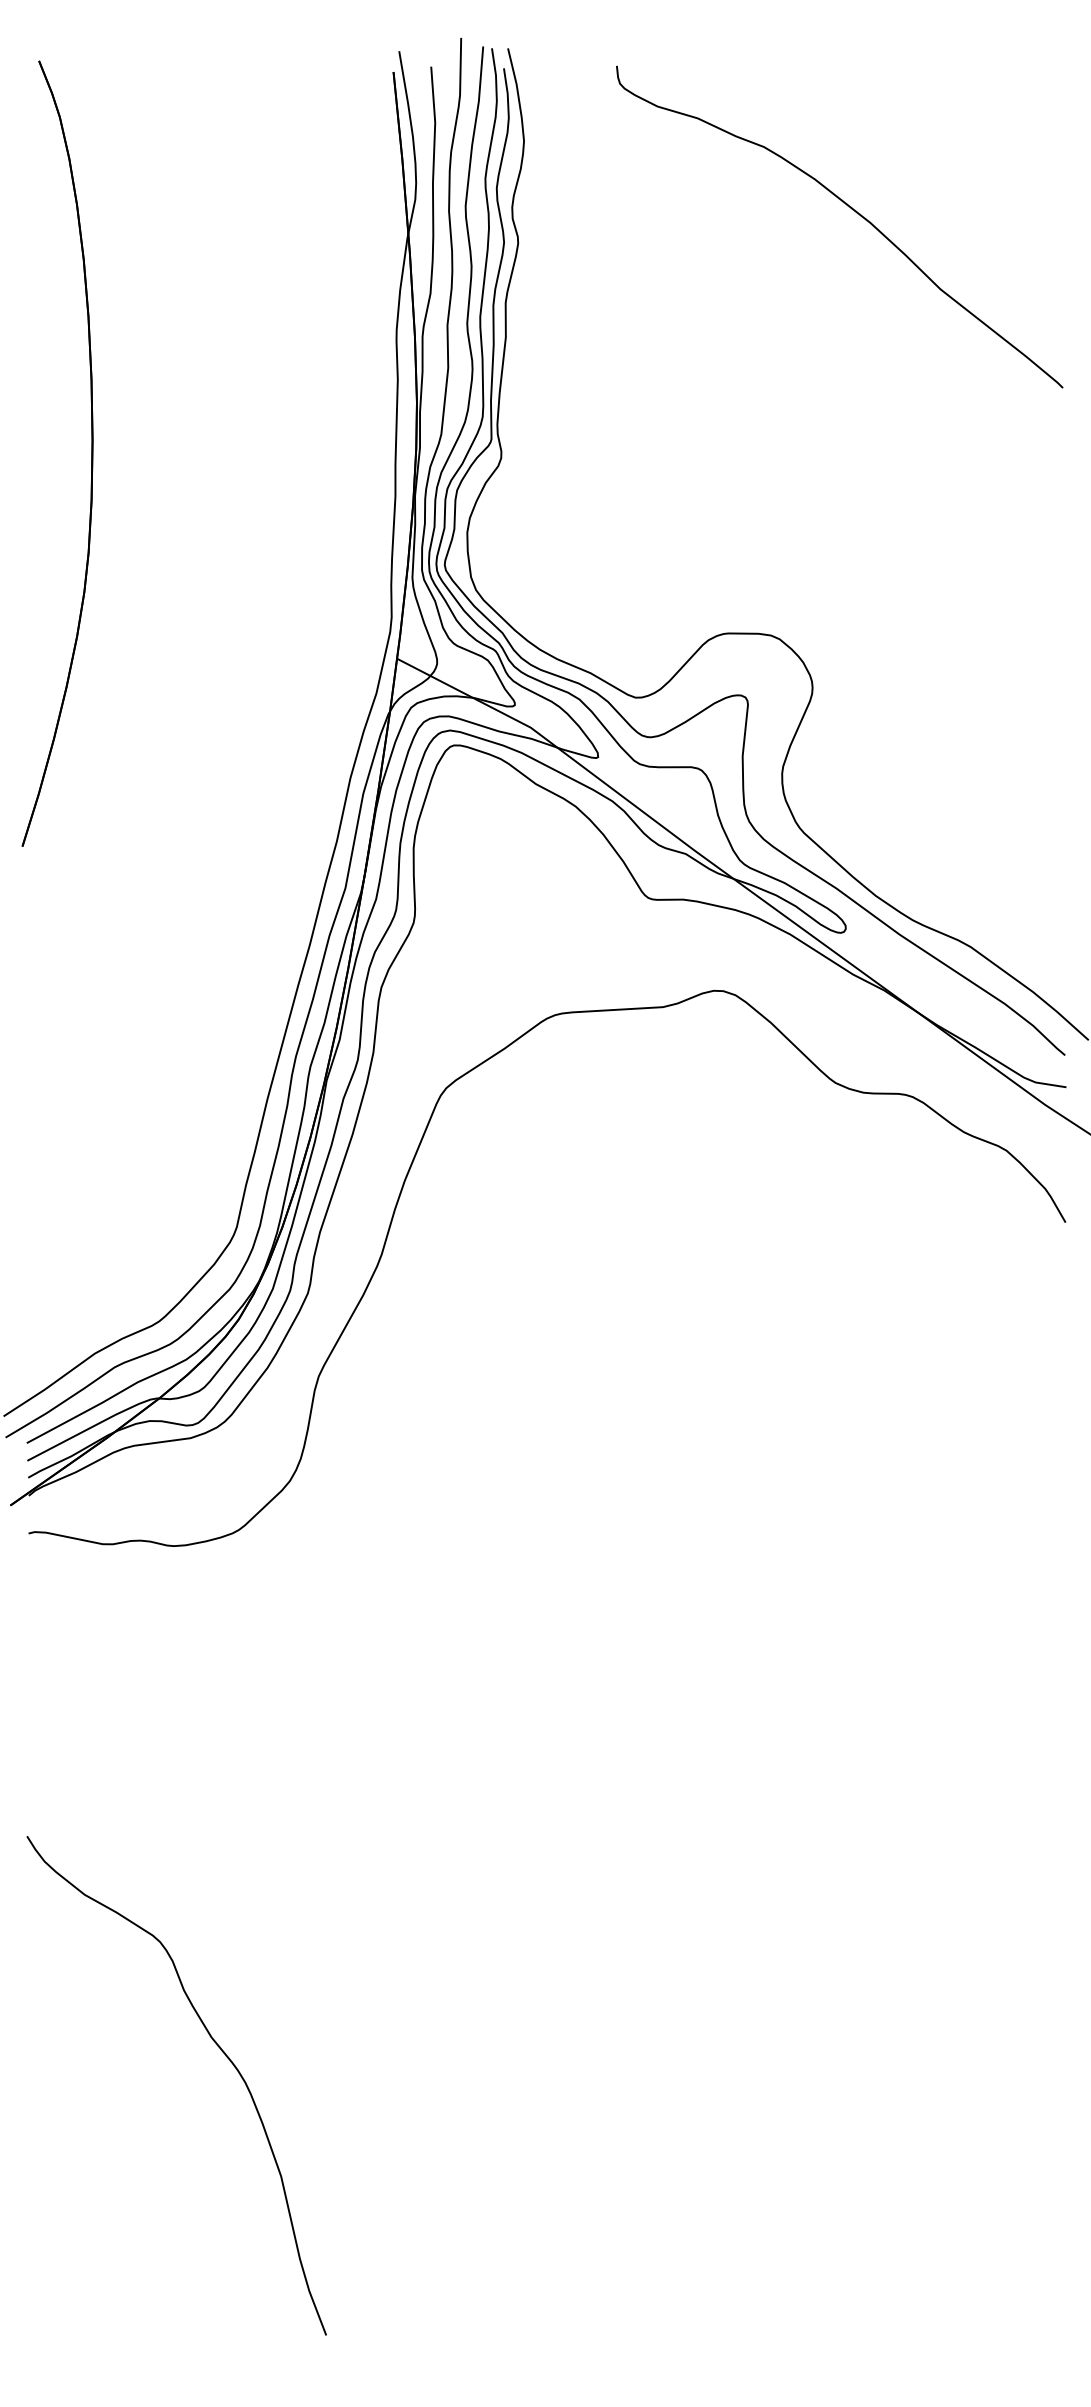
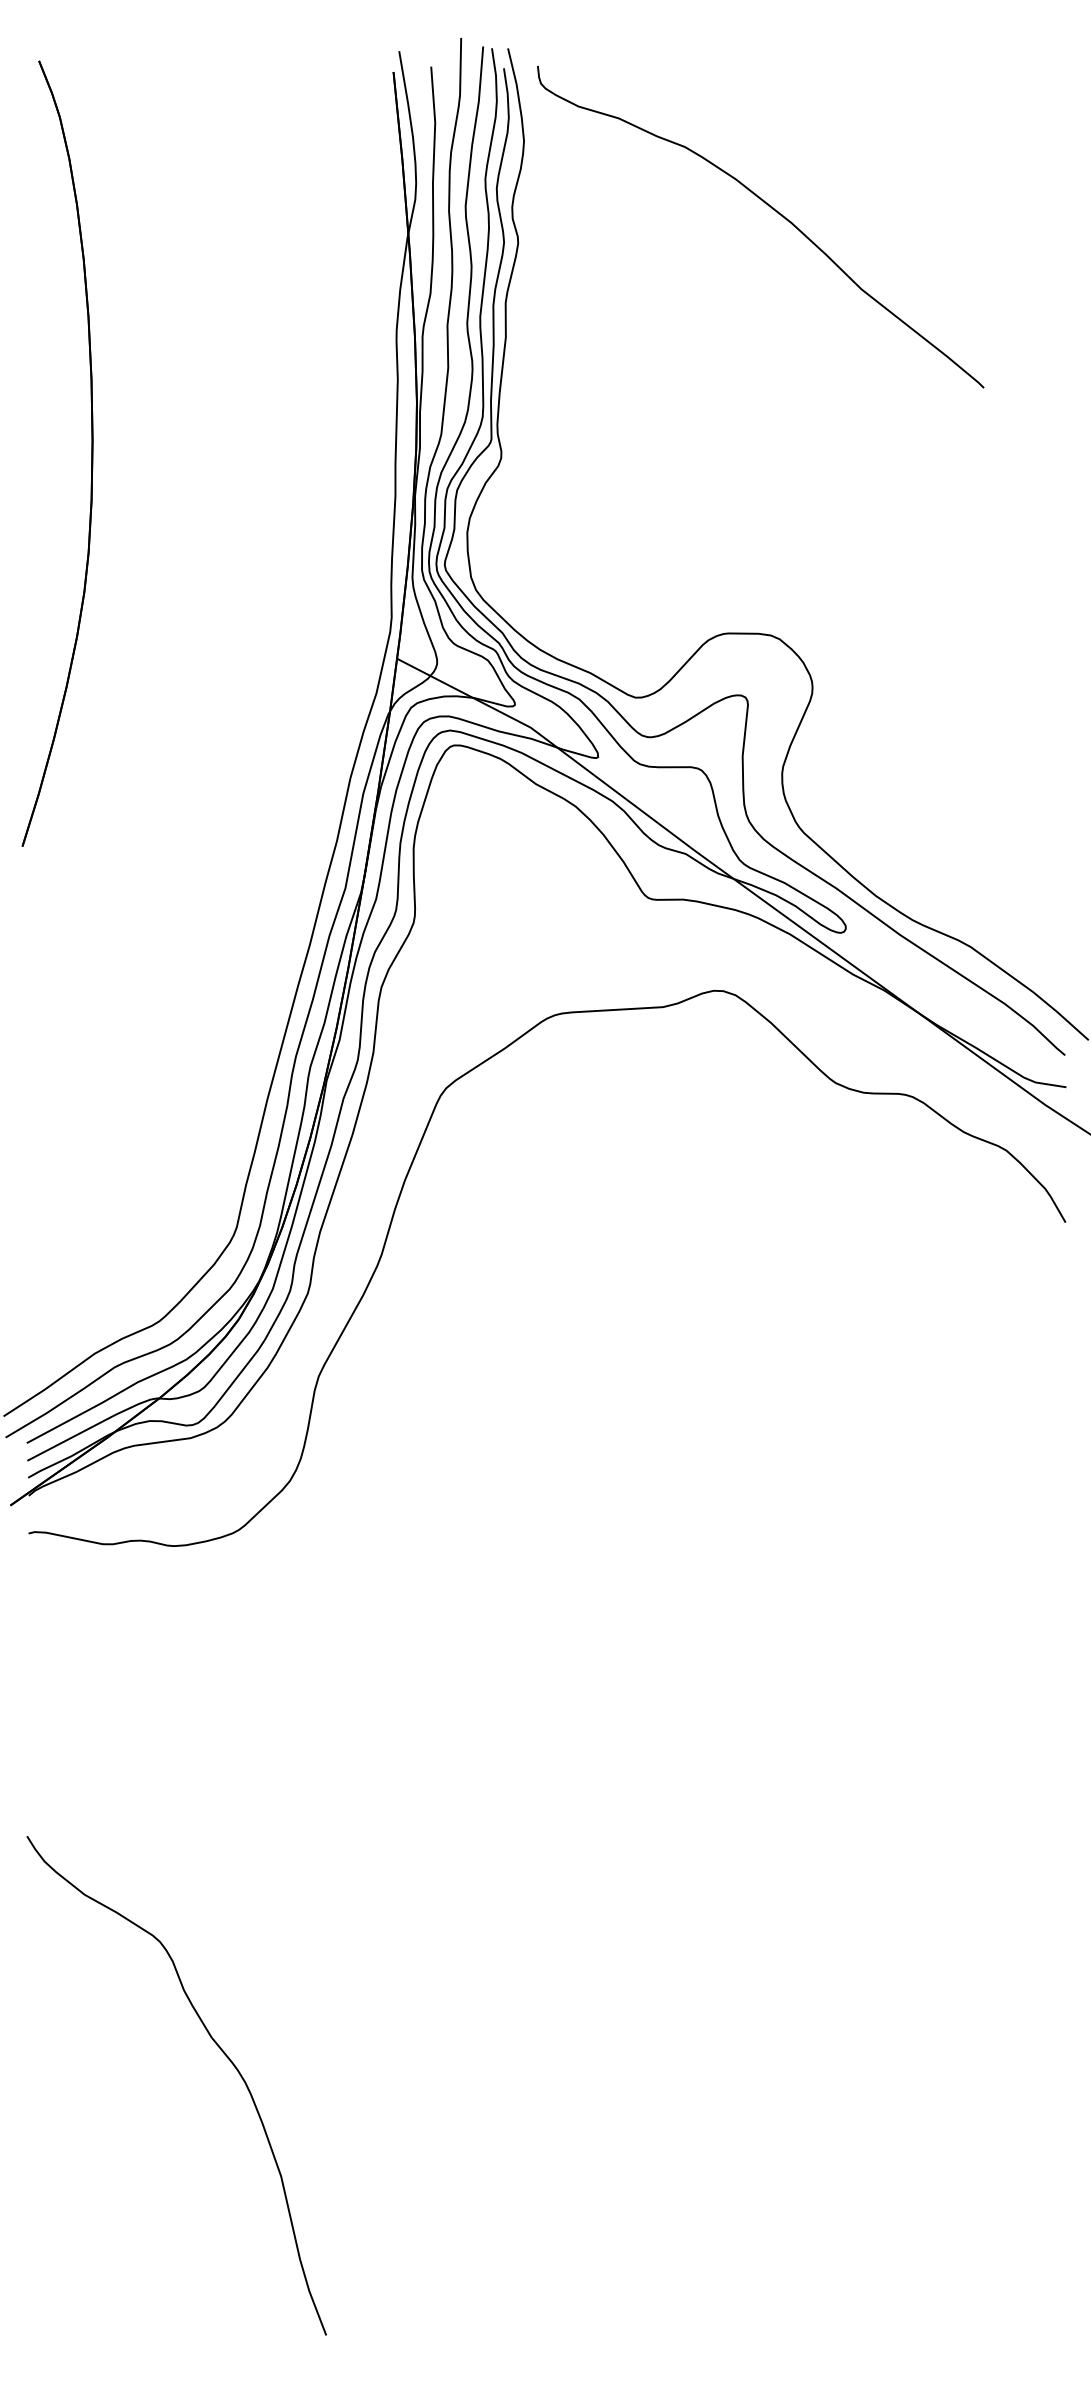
curve at (852, 210) position: (852, 210) -> (773, 210)
